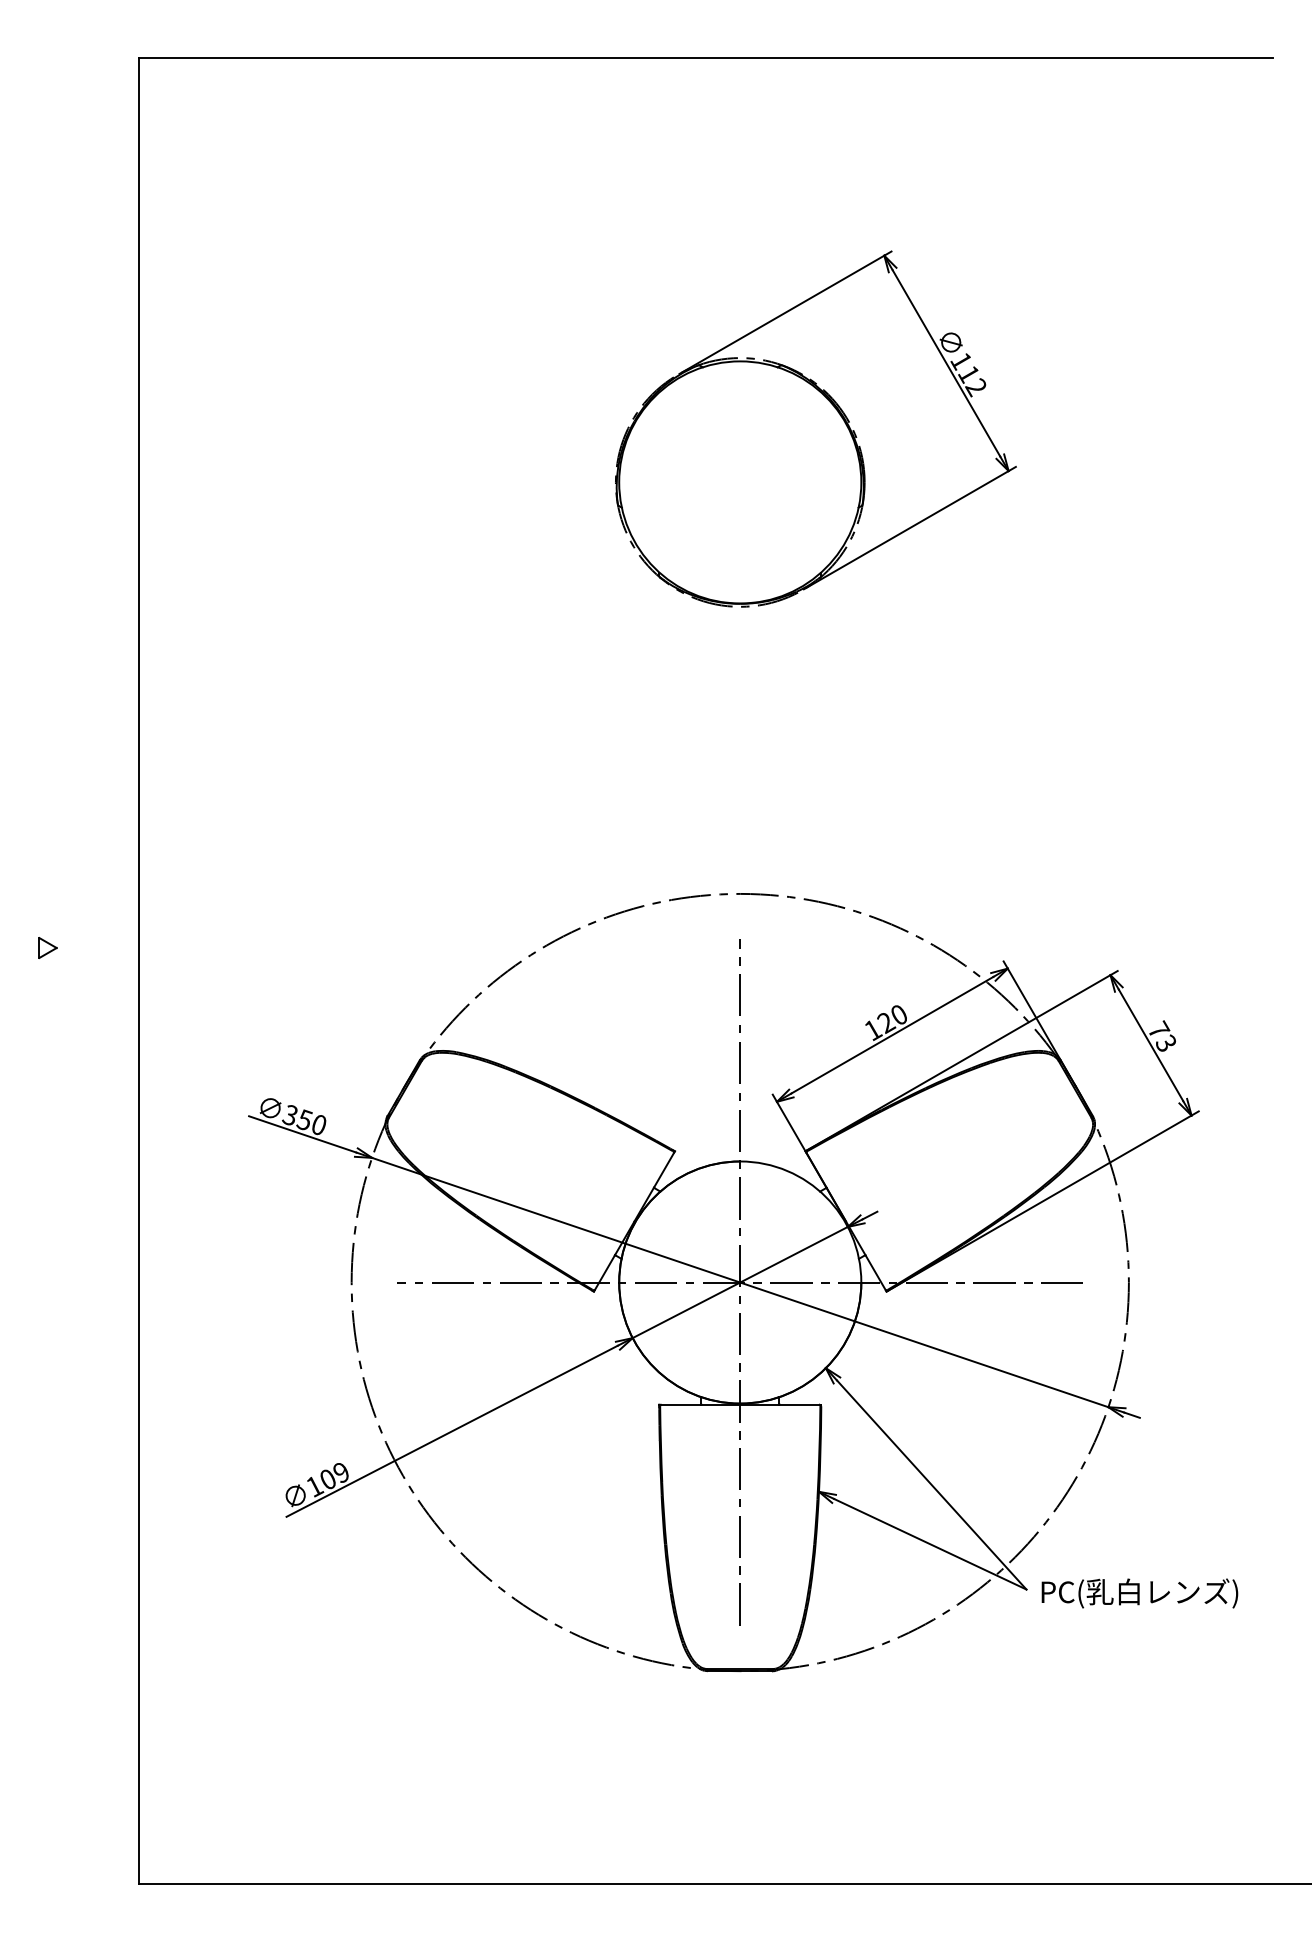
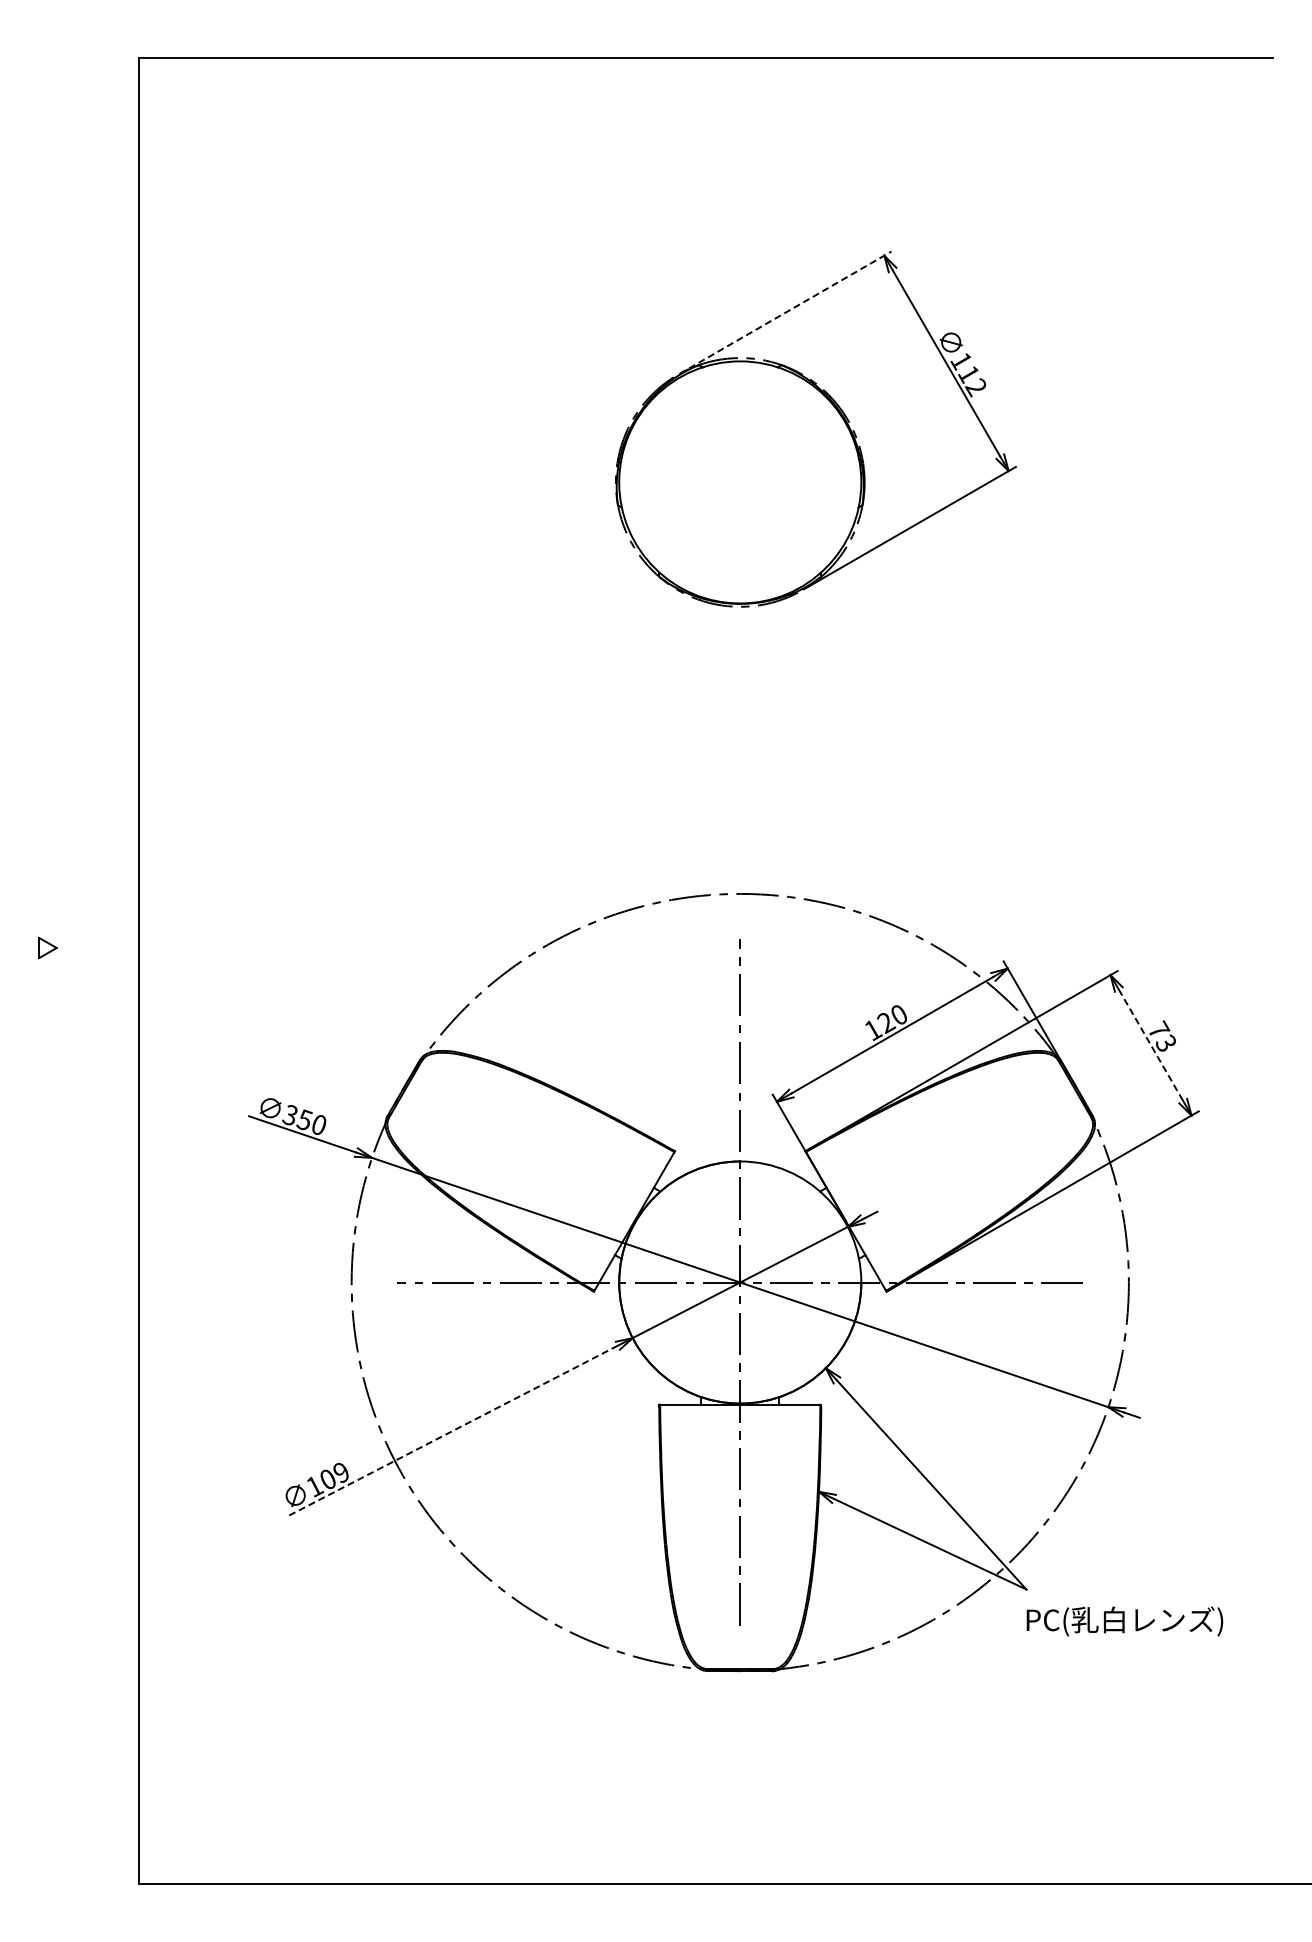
line at (785, 312): solid -> dashed
line at (1151, 1045): solid -> dashed
line at (451, 1431): solid -> dashed
text at (1139, 1593) position: (1139, 1593) -> (1124, 1621)
